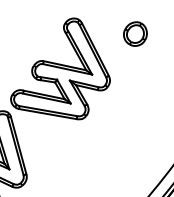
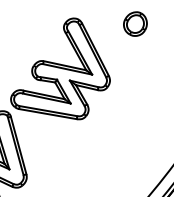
part at (135, 33) position: (135, 33) -> (135, 23)
